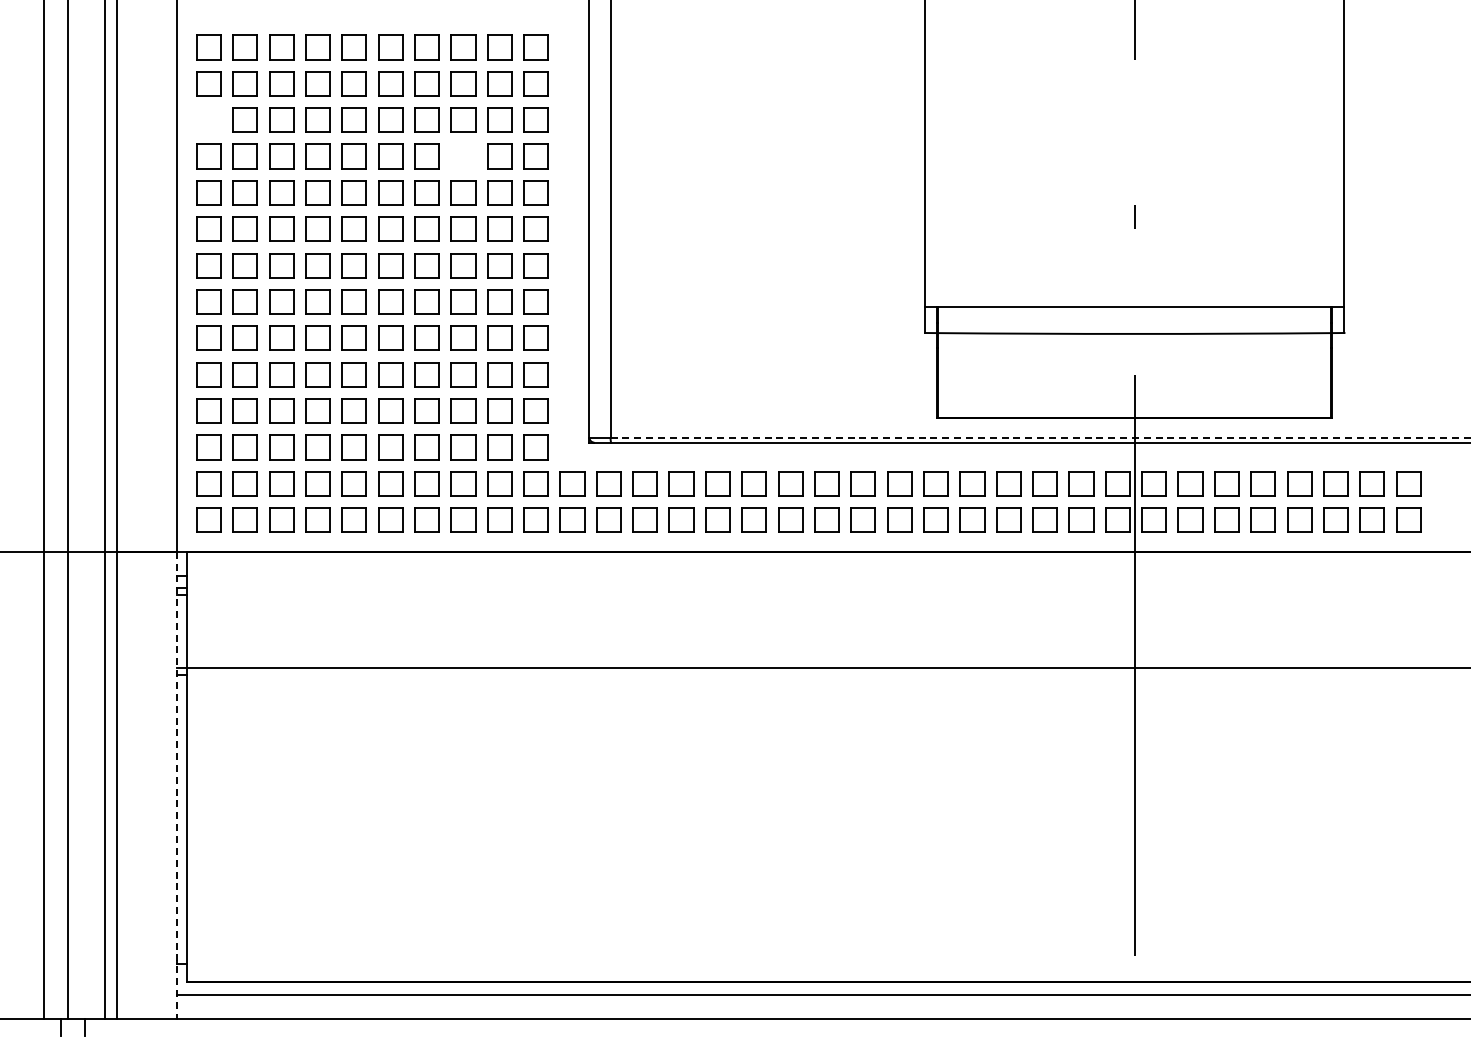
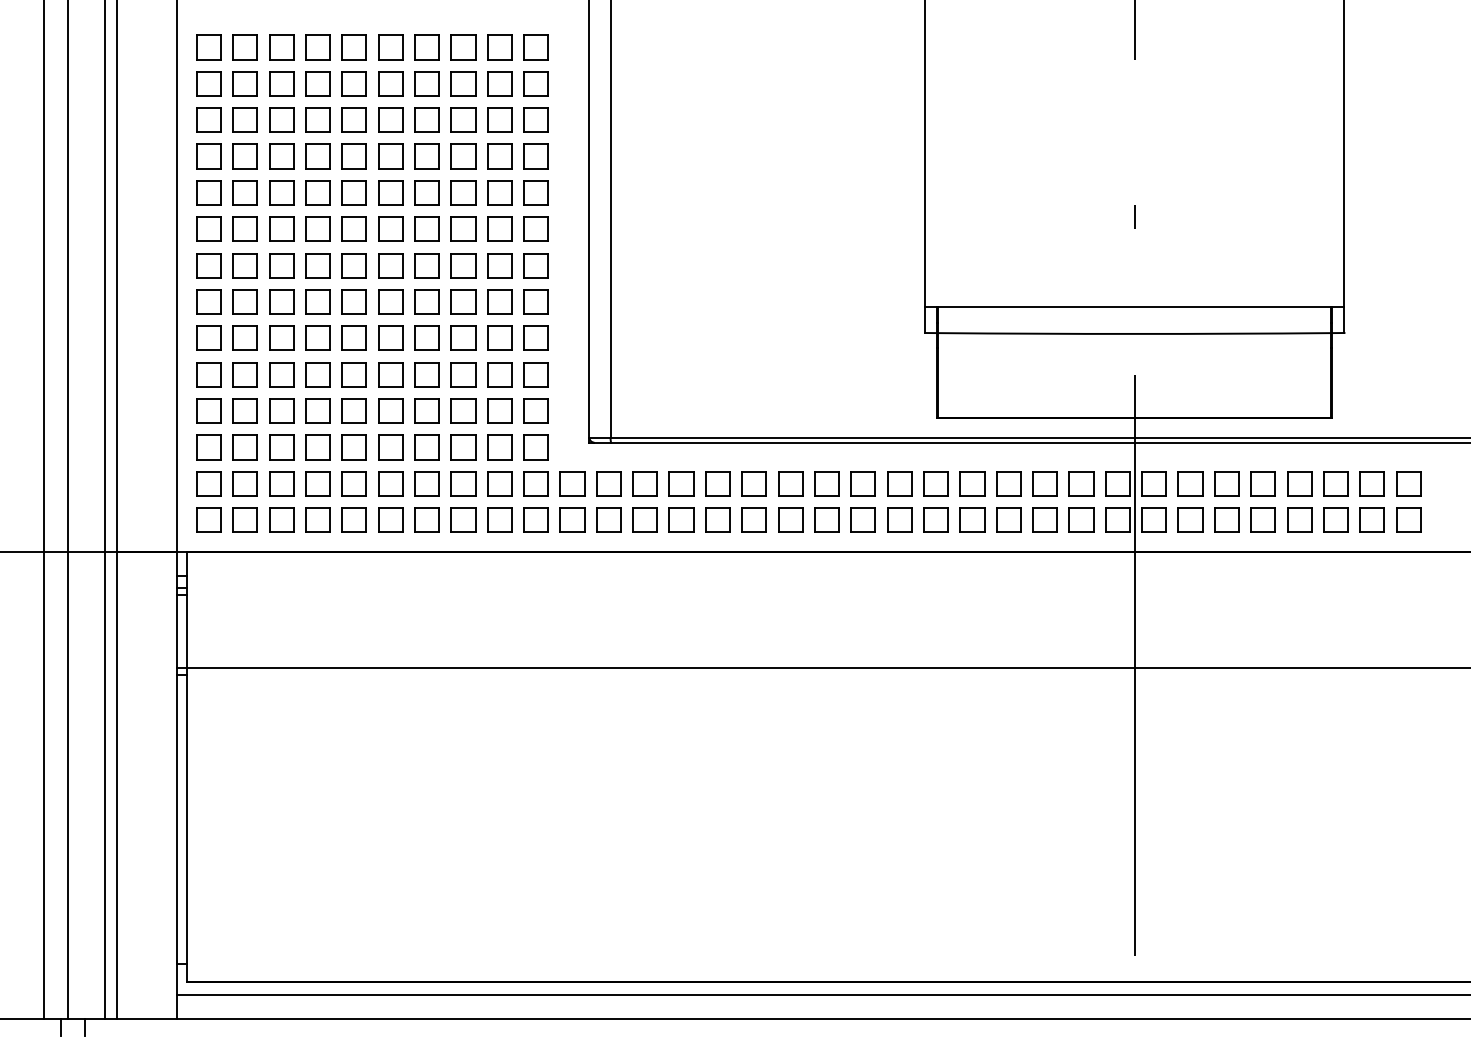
part at (208, 119): none -> present
part at (463, 156): none -> present
line at (1040, 437): dashed -> solid
line at (177, 785): dashed -> solid
